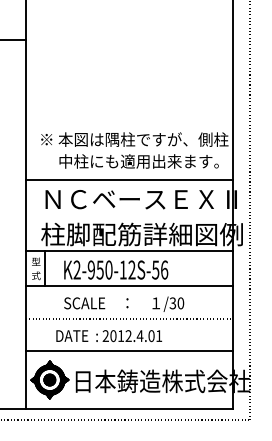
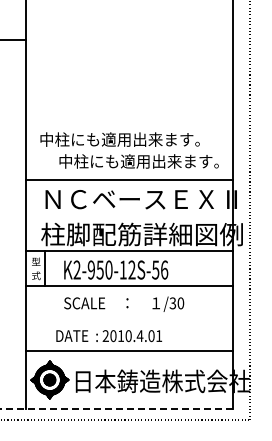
text at (134, 139): ※ 本図は隅柱ですが、側柱 -> 中柱にも適用出来ます。
line at (129, 318): present -> none
text at (128, 336): 2012.4.01 -> 2010.4.01
line at (116, 408): solid -> dashed
